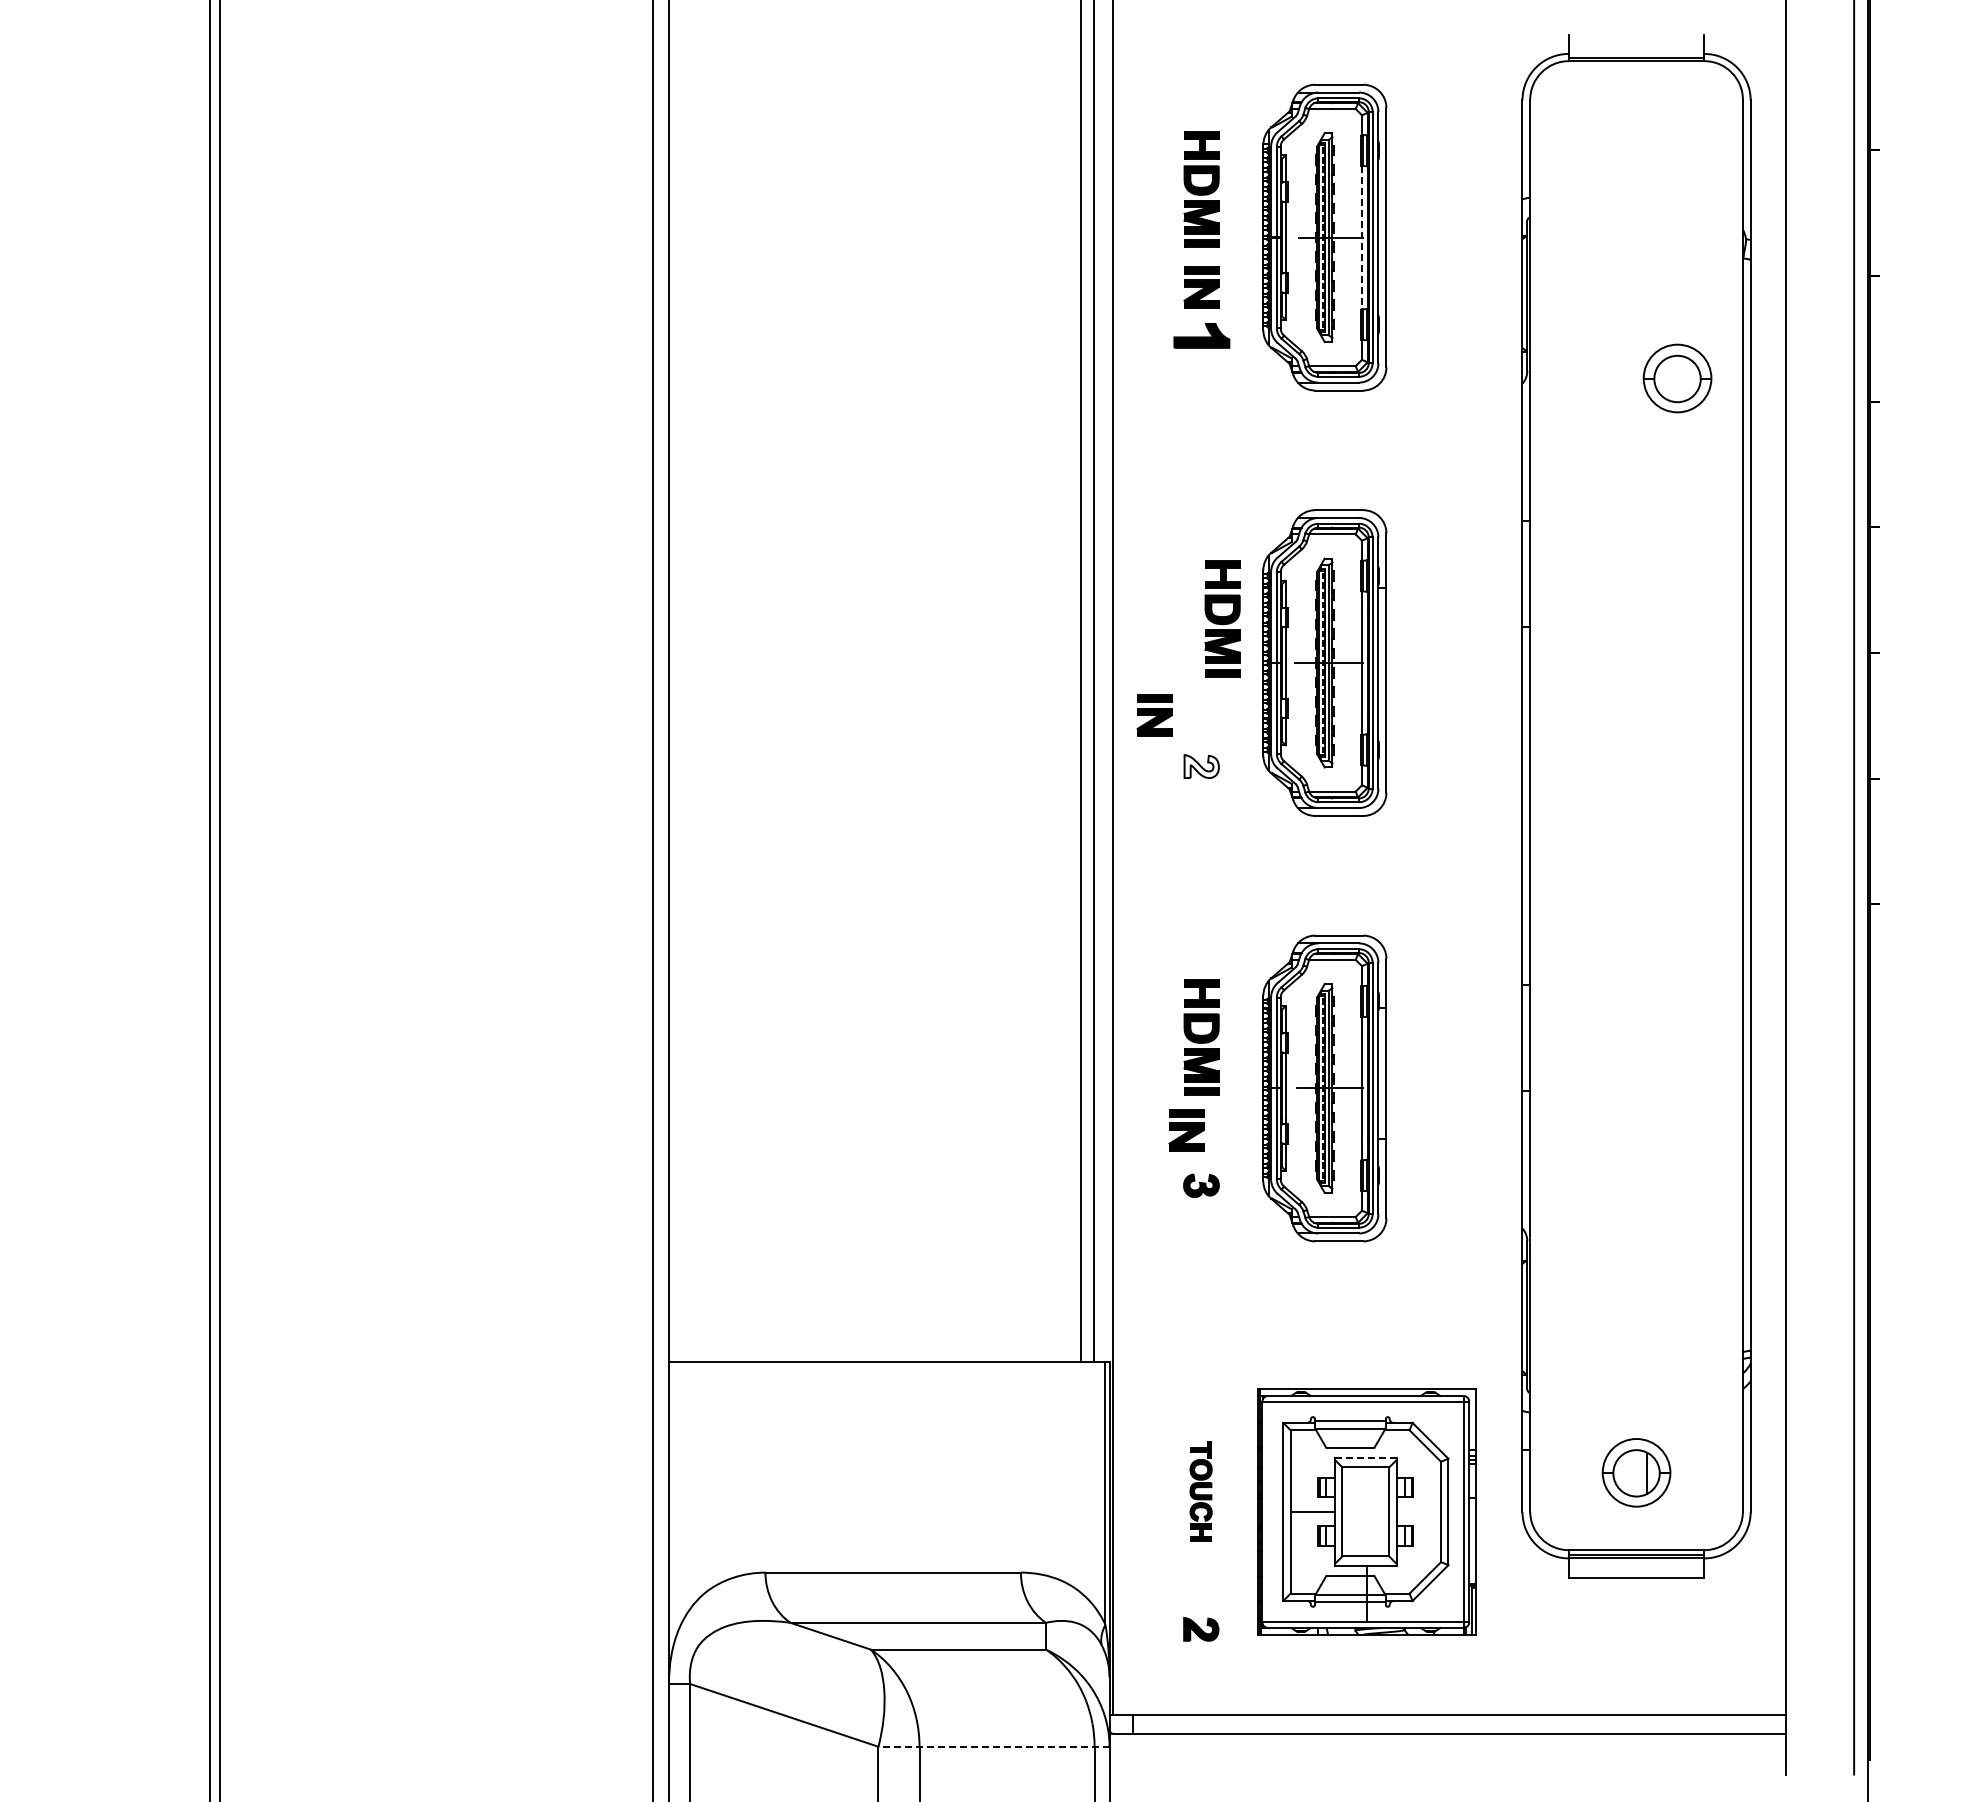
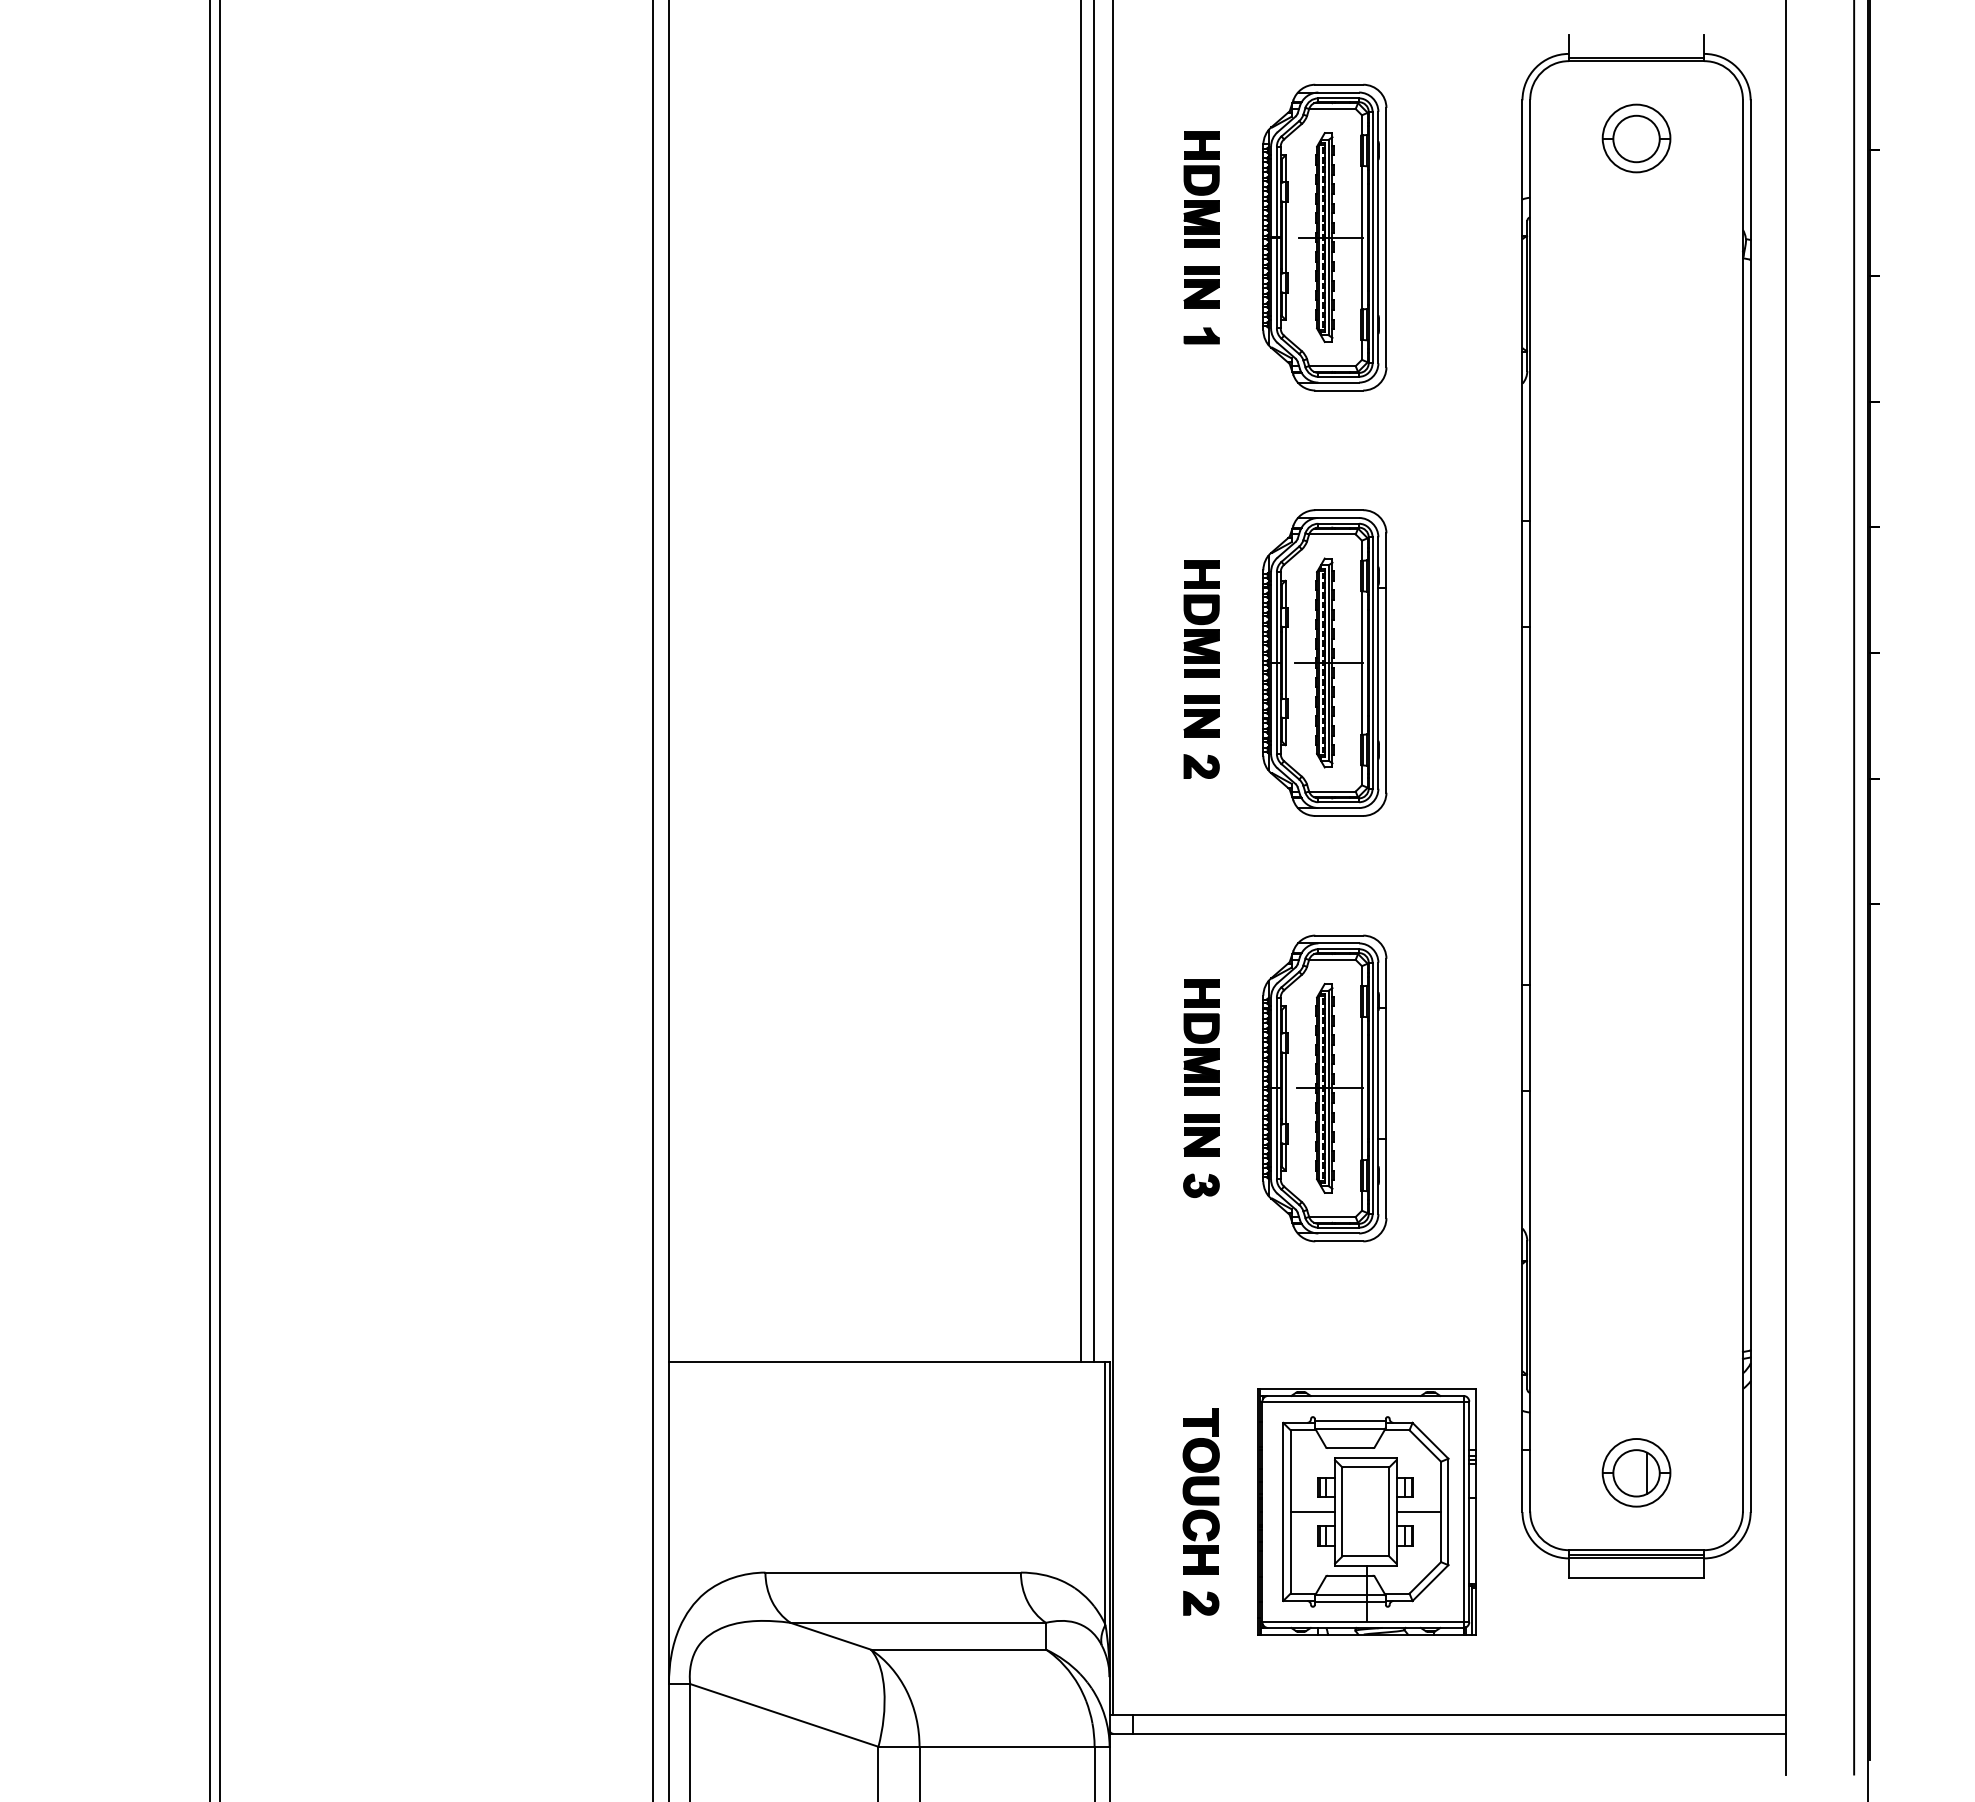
line at (1361, 237): dashed -> solid
part at (1201, 335) size: 58x26 px -> 37x18 px
part at (1677, 378) position: (1677, 378) -> (1636, 138)
part at (1222, 618) position: (1222, 618) -> (1201, 618)
part at (1154, 715) position: (1154, 715) -> (1201, 716)
fill at (1201, 766): none -> present
part at (1186, 1130) position: (1186, 1130) -> (1201, 1135)
line at (1365, 1457): dashed -> solid
part at (1200, 1491) size: 24x101 px -> 38x167 px
line at (1418, 1511): none -> present
part at (1201, 1628) position: (1201, 1628) -> (1201, 1602)
line at (994, 1746): dashed -> solid
